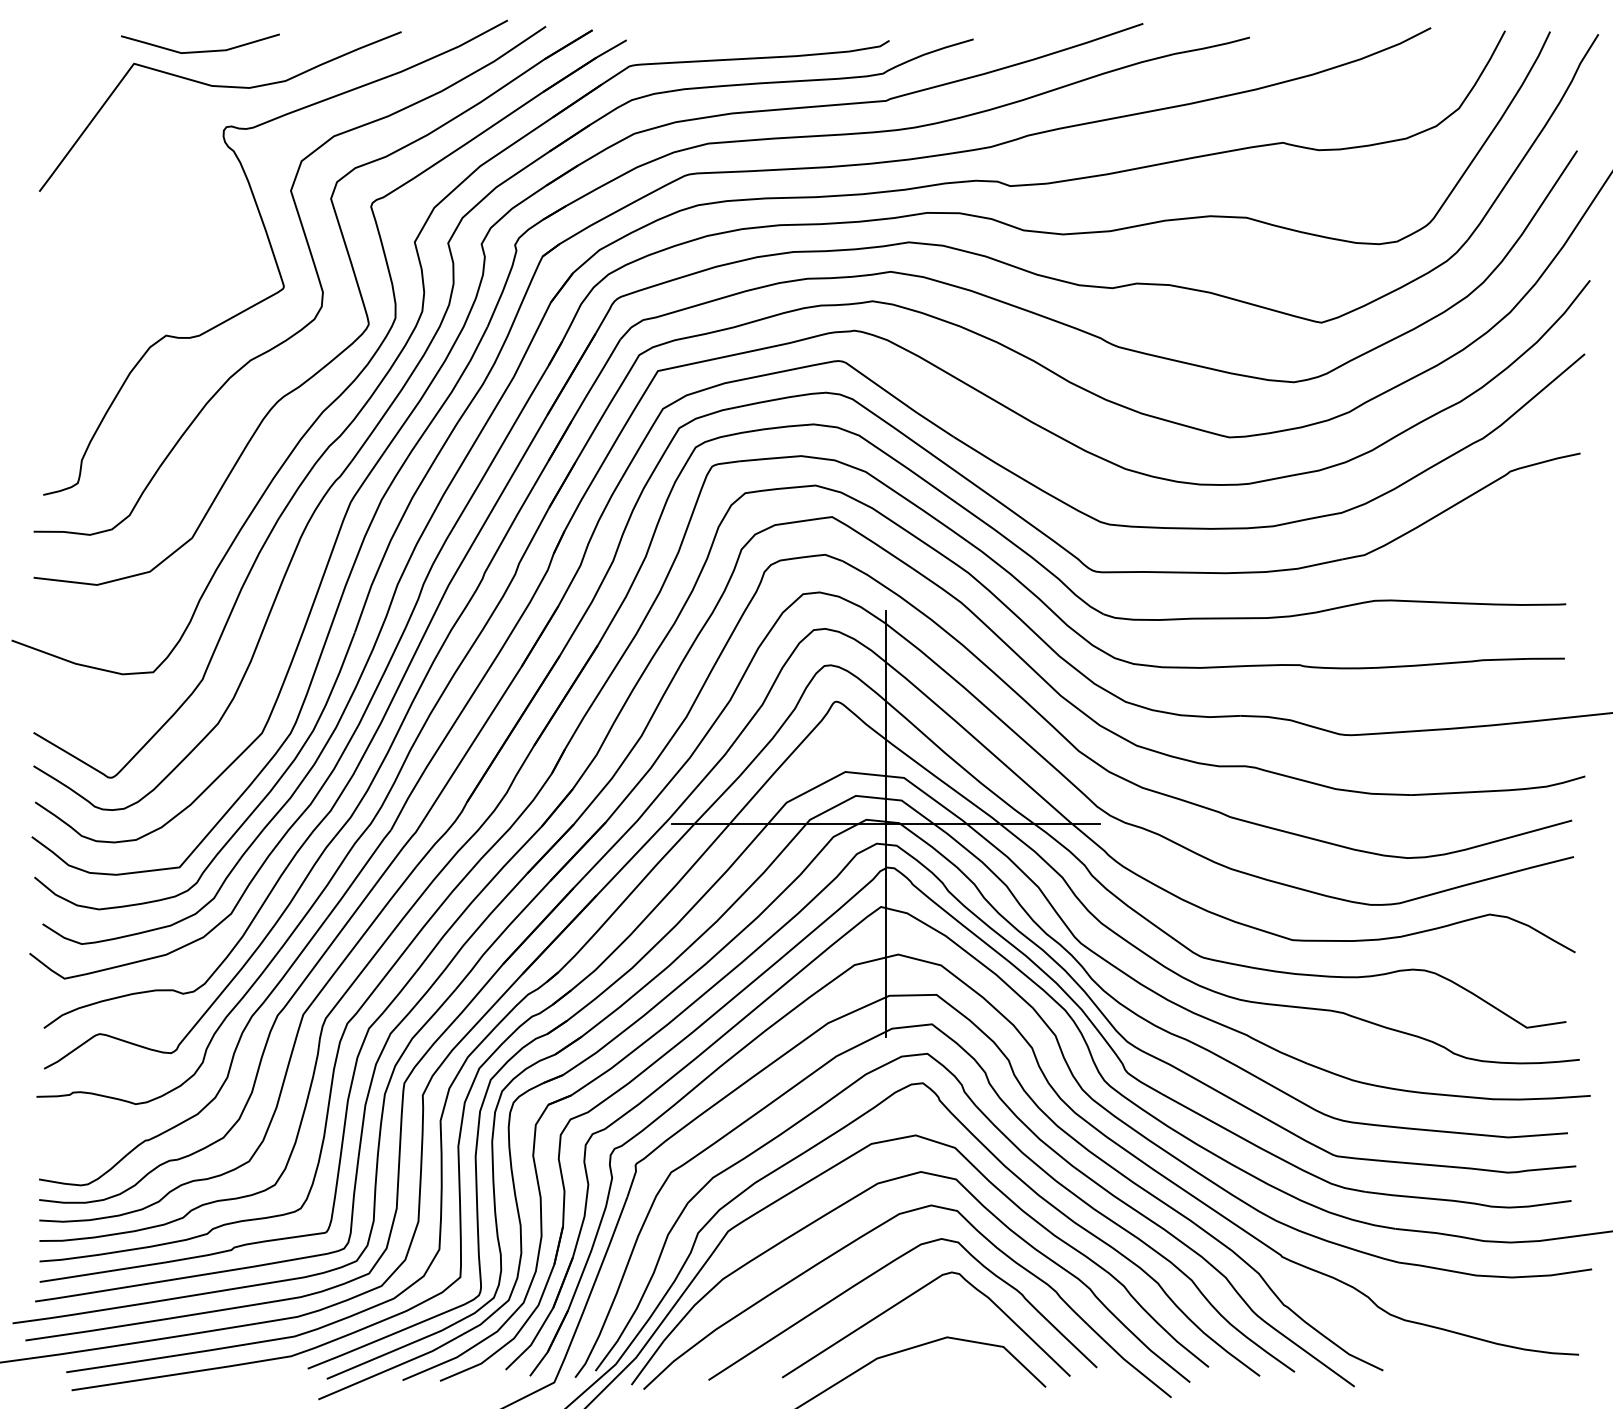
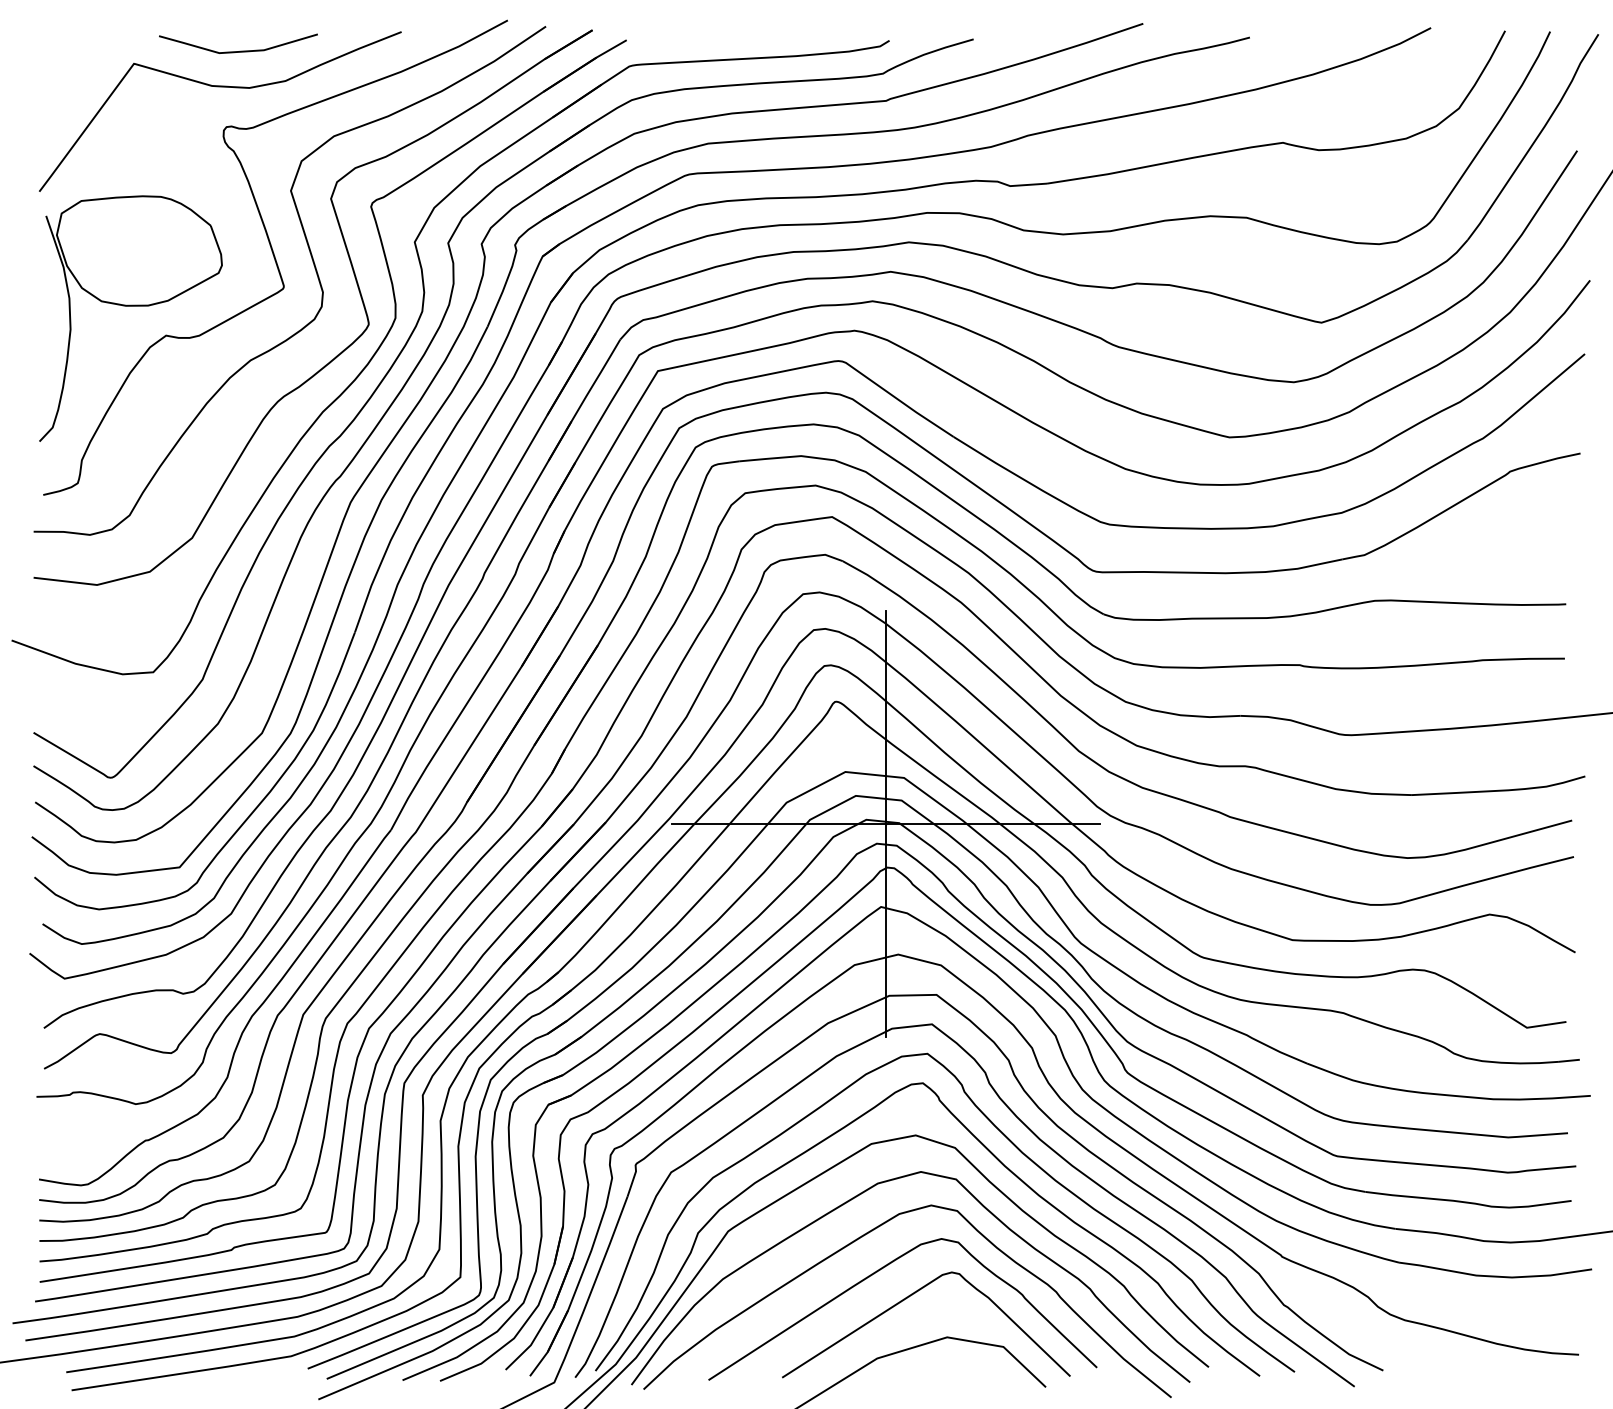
line at (202, 50) position: (202, 50) -> (240, 50)
part at (130, 306): none -> present
